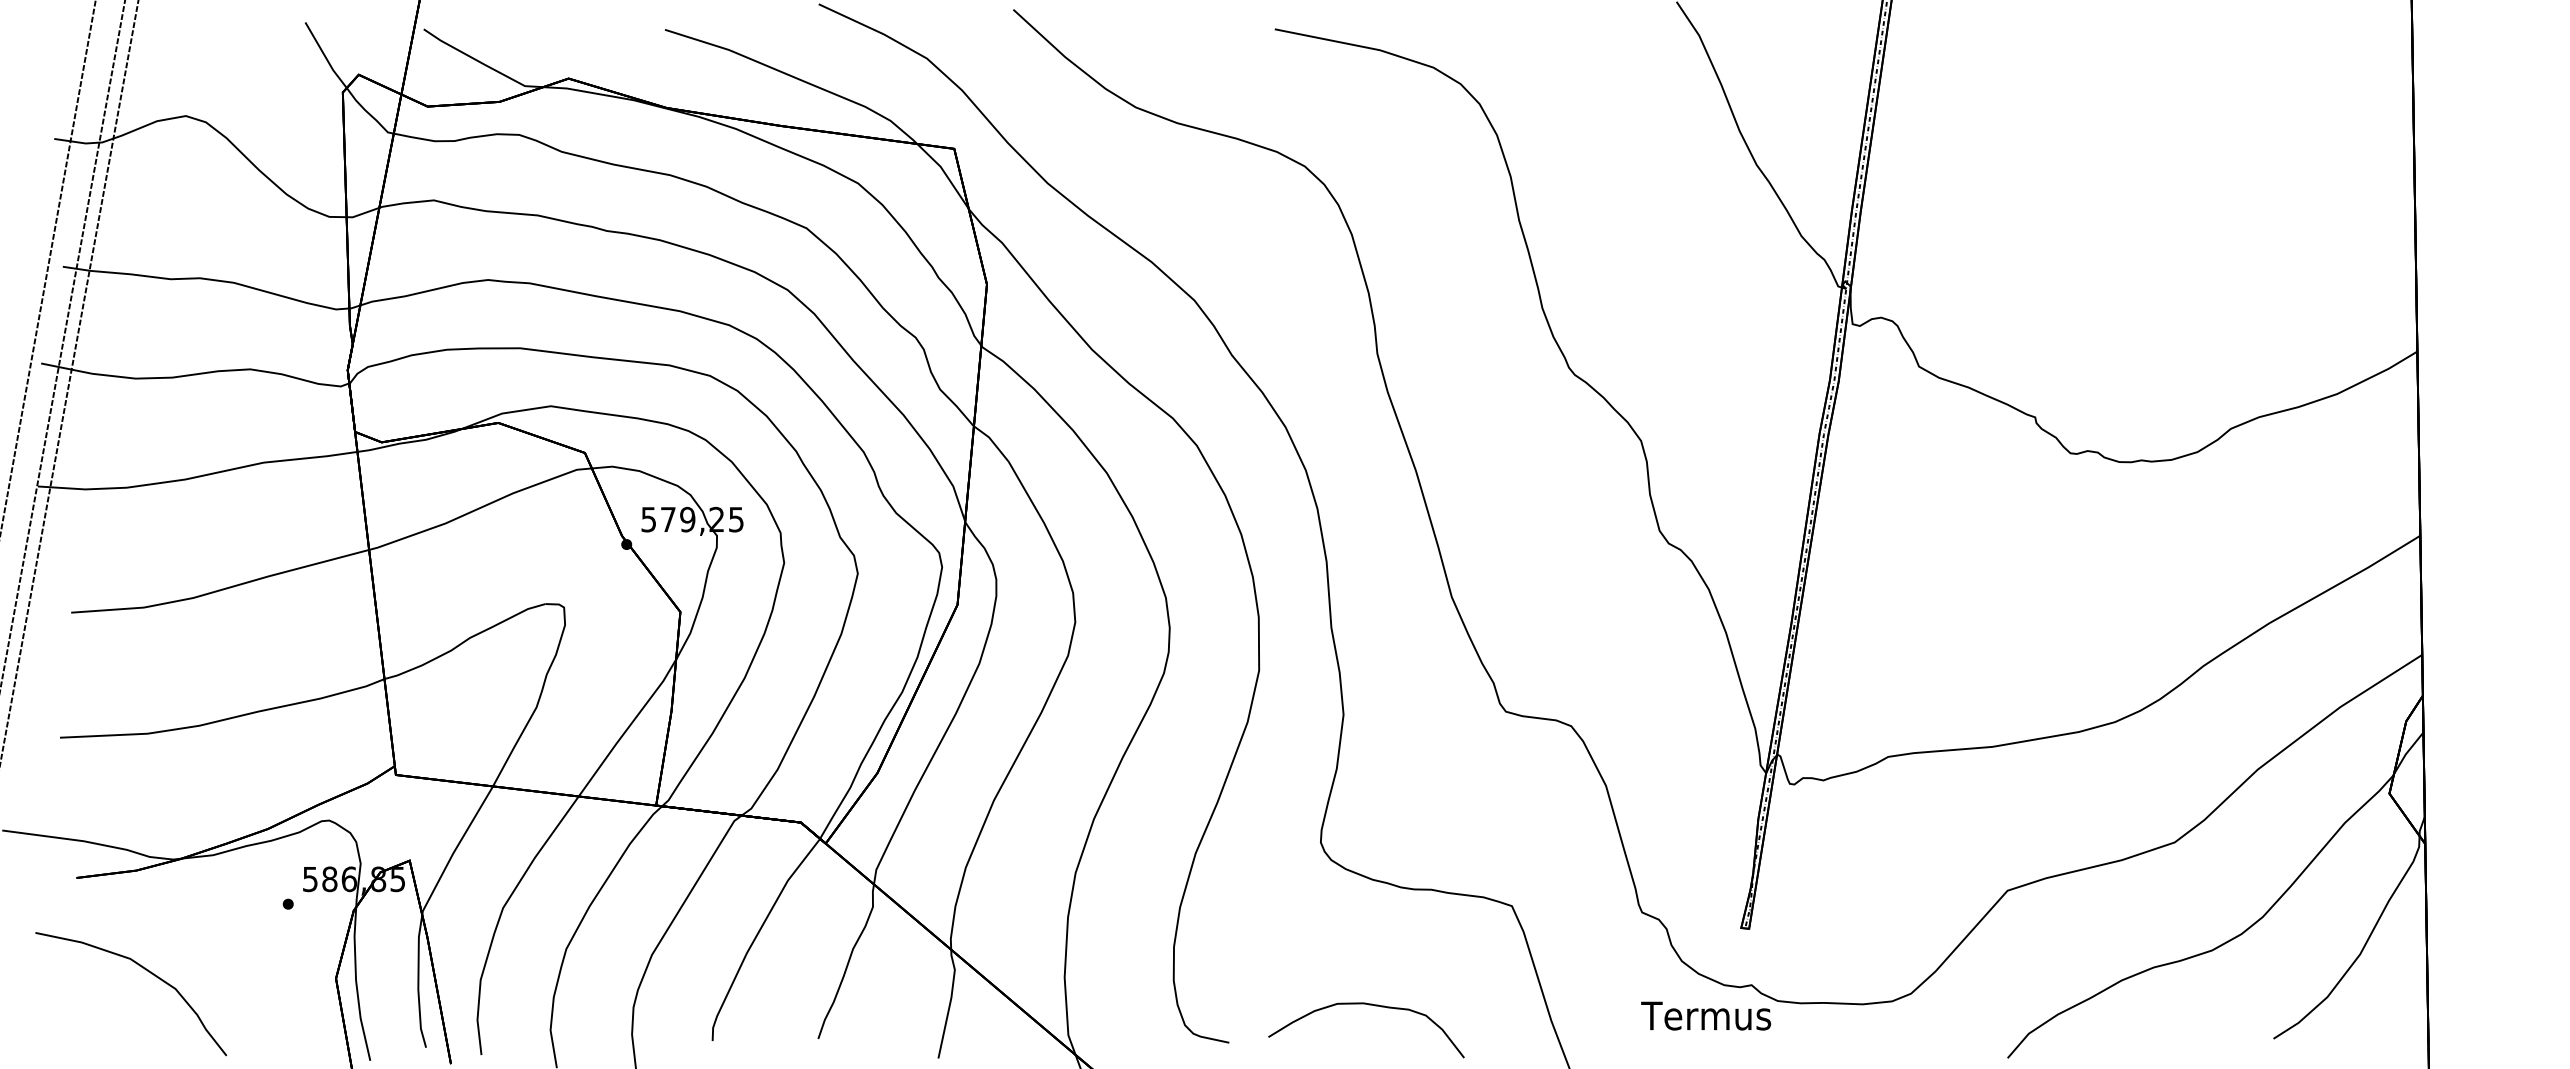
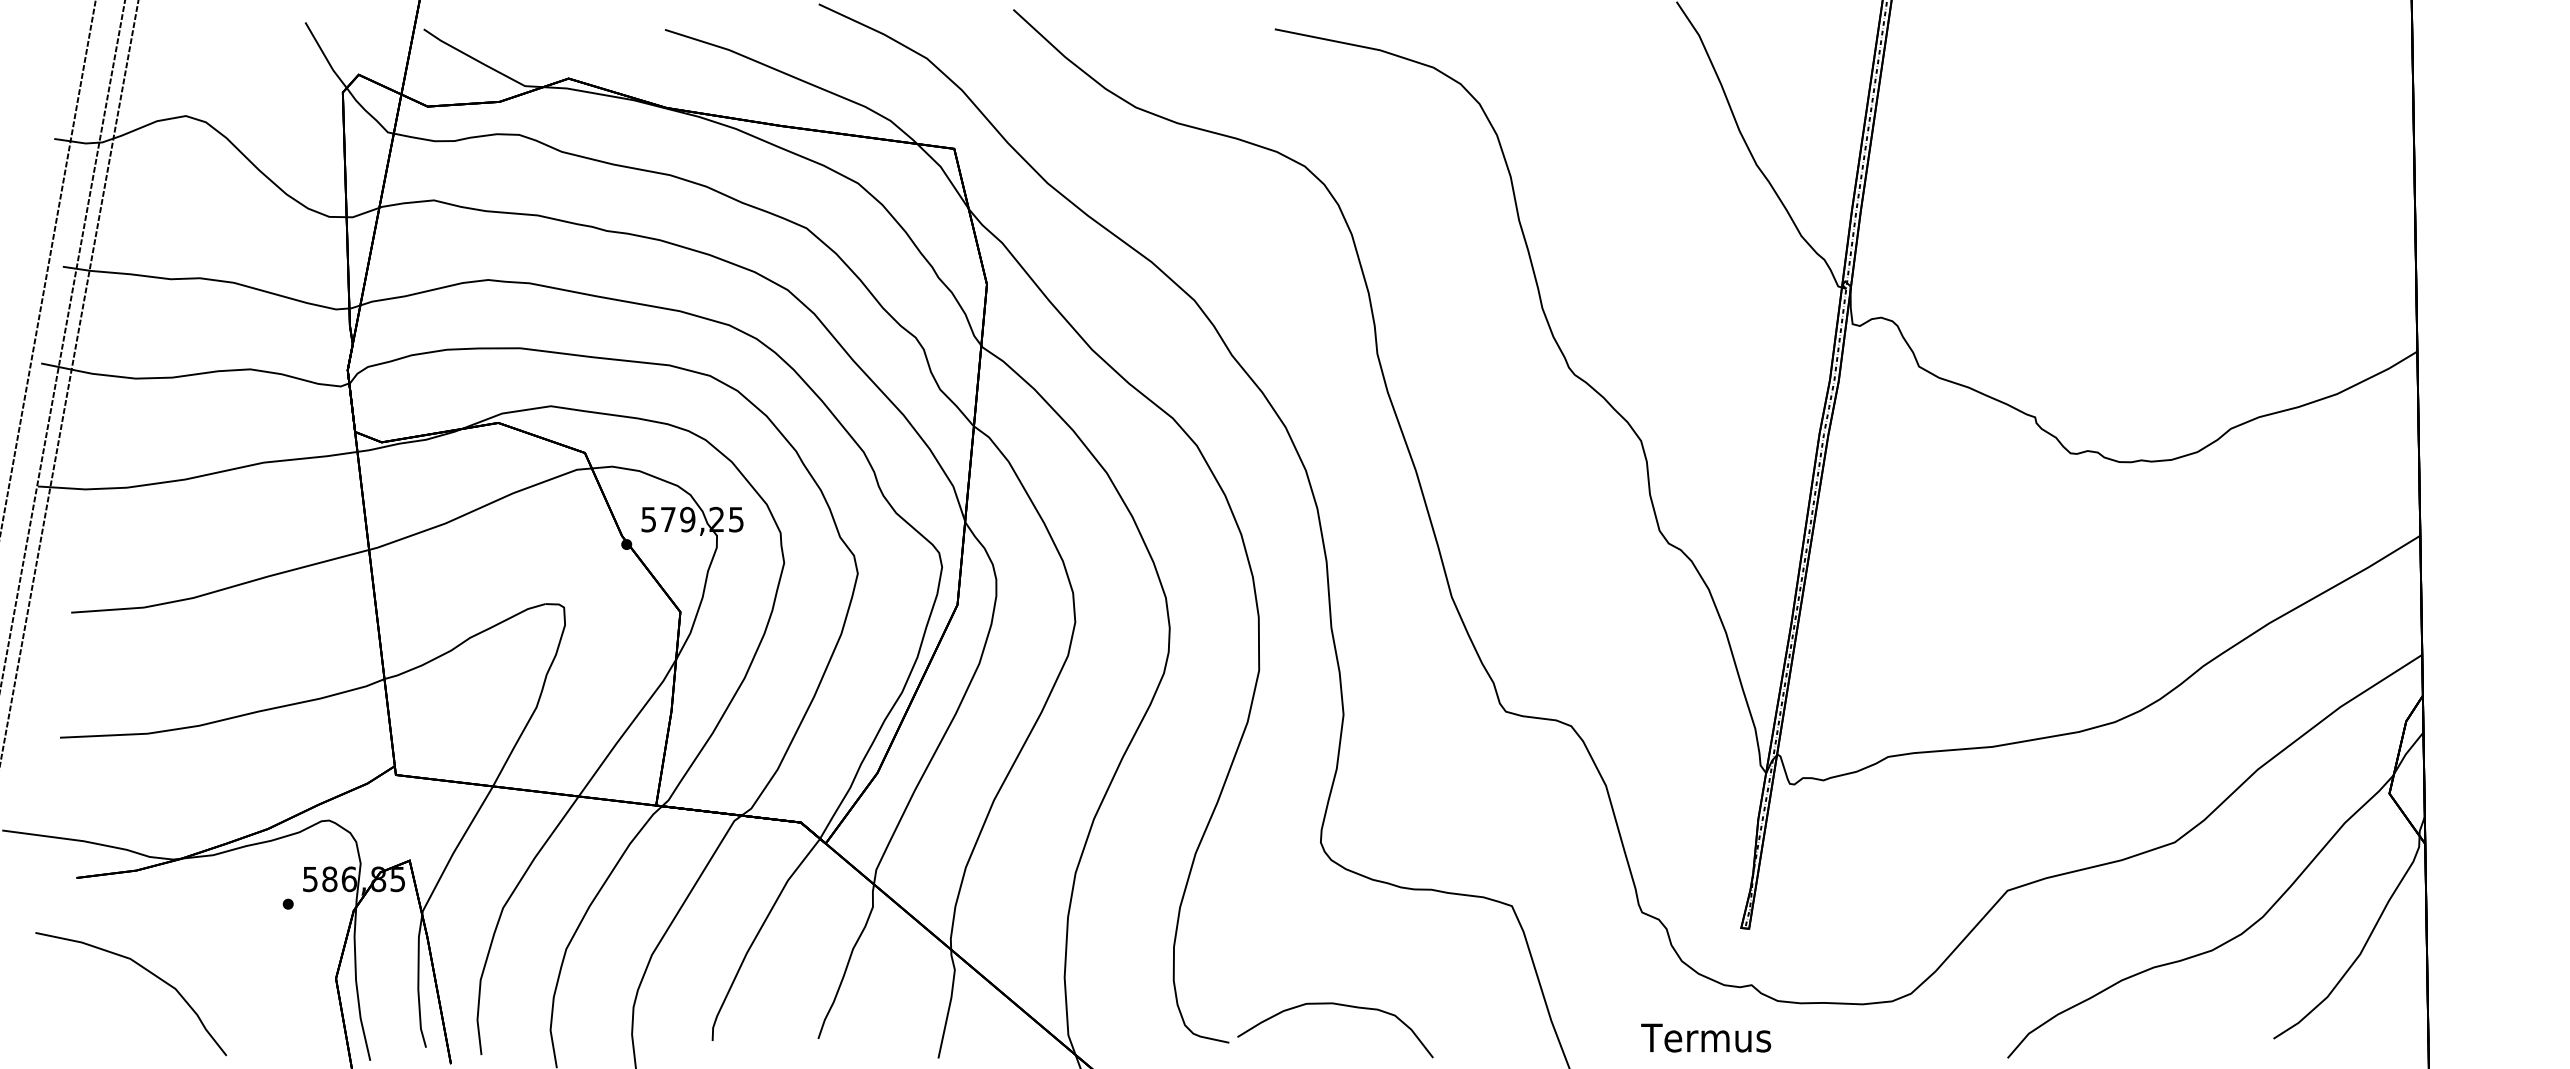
curve at (1368, 1005) position: (1368, 1005) -> (1337, 1005)
text at (1706, 1015) position: (1706, 1015) -> (1706, 1037)
